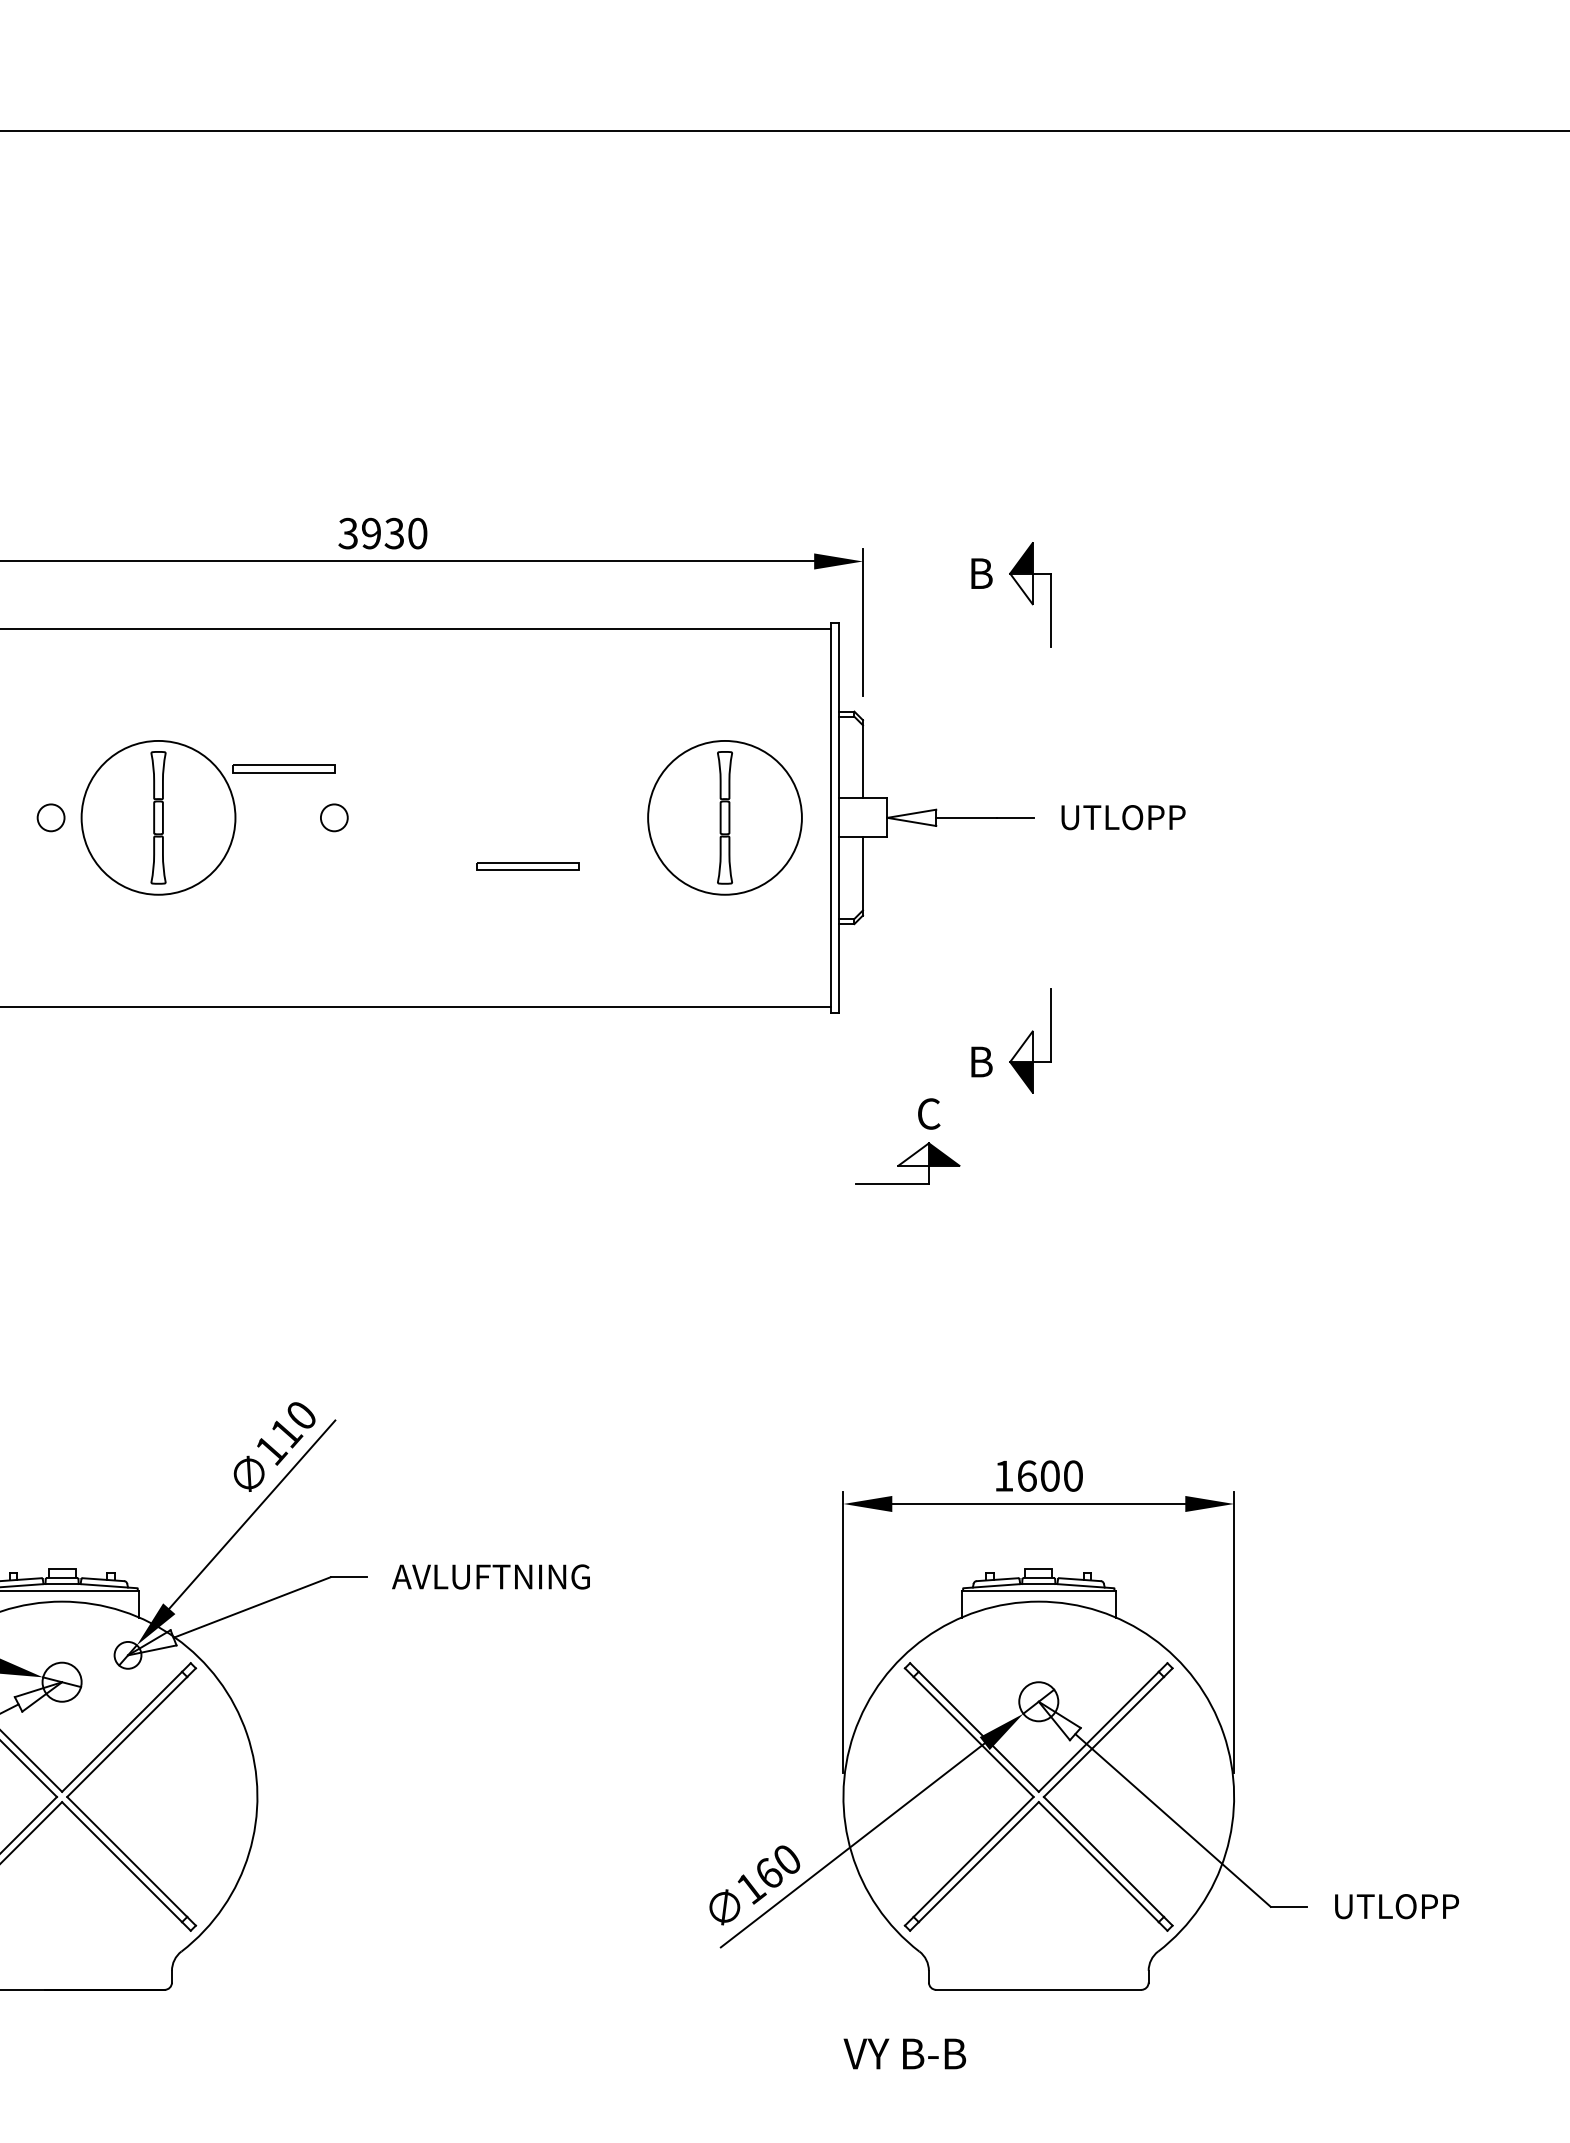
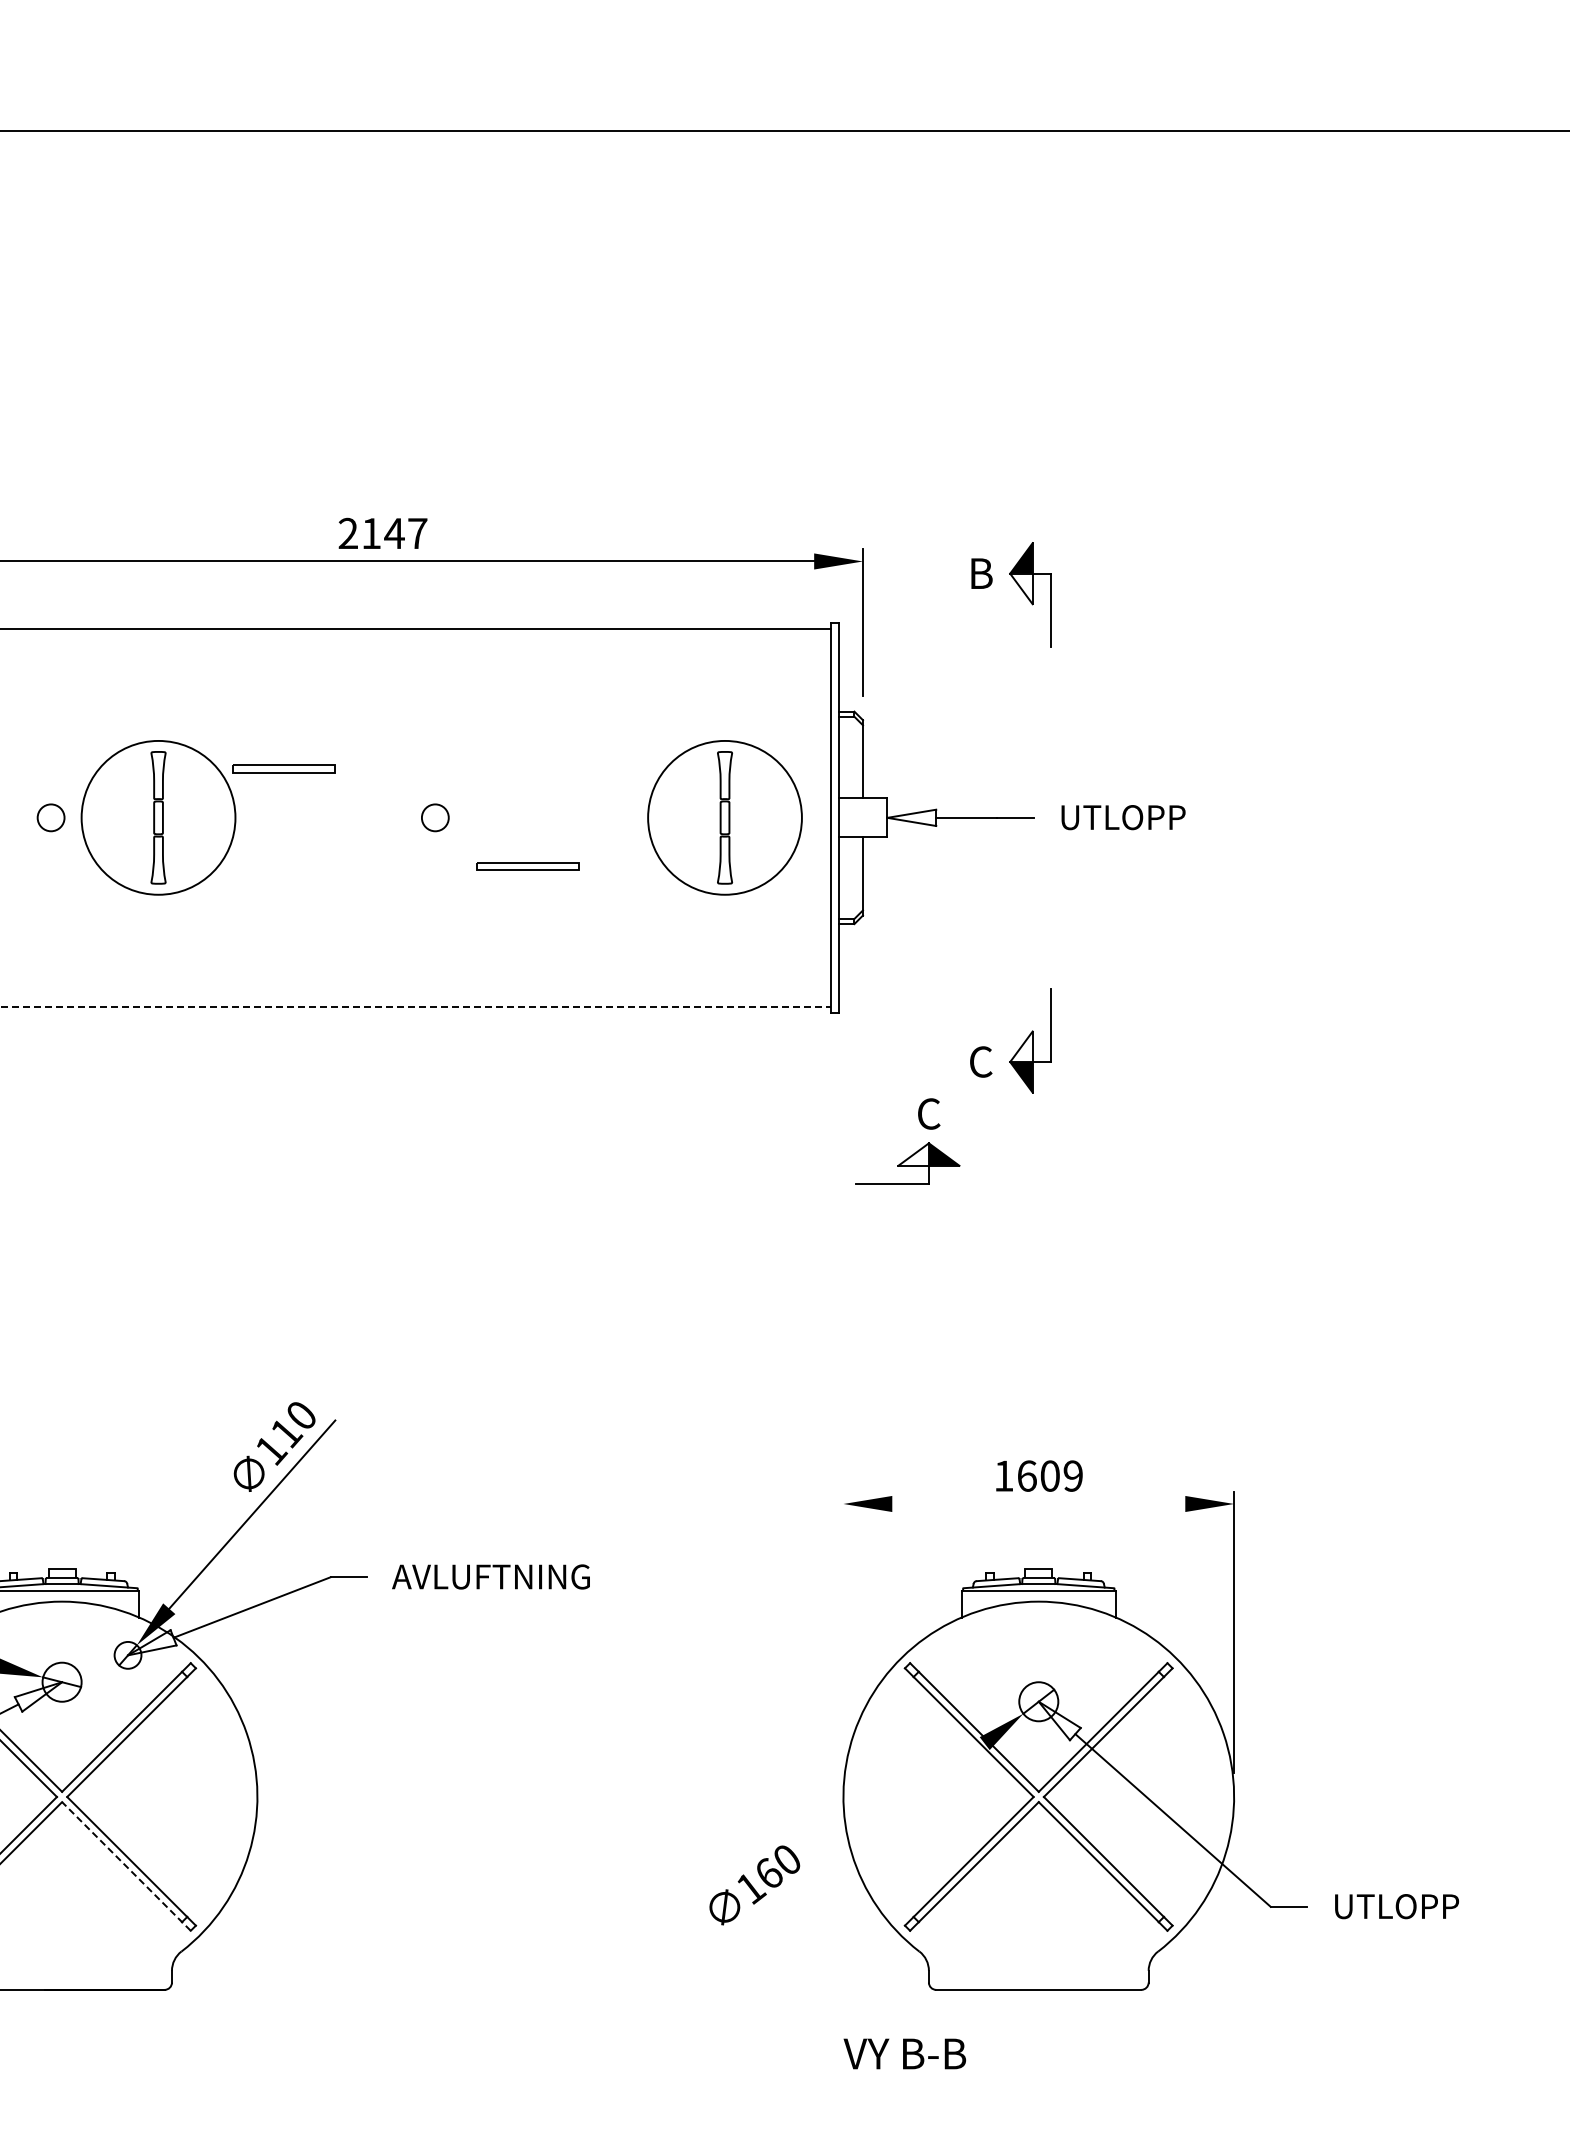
text at (382, 533): 3930 -> 2147
circle at (334, 817) position: (334, 817) -> (435, 817)
line at (415, 1007): solid -> dashed
text at (981, 1061): B -> C
text at (1072, 1475): 1600 -> 1609
line at (1038, 1503): present -> none
line at (843, 1631): present -> none
line at (852, 1845): present -> none
line at (126, 1866): solid -> dashed
